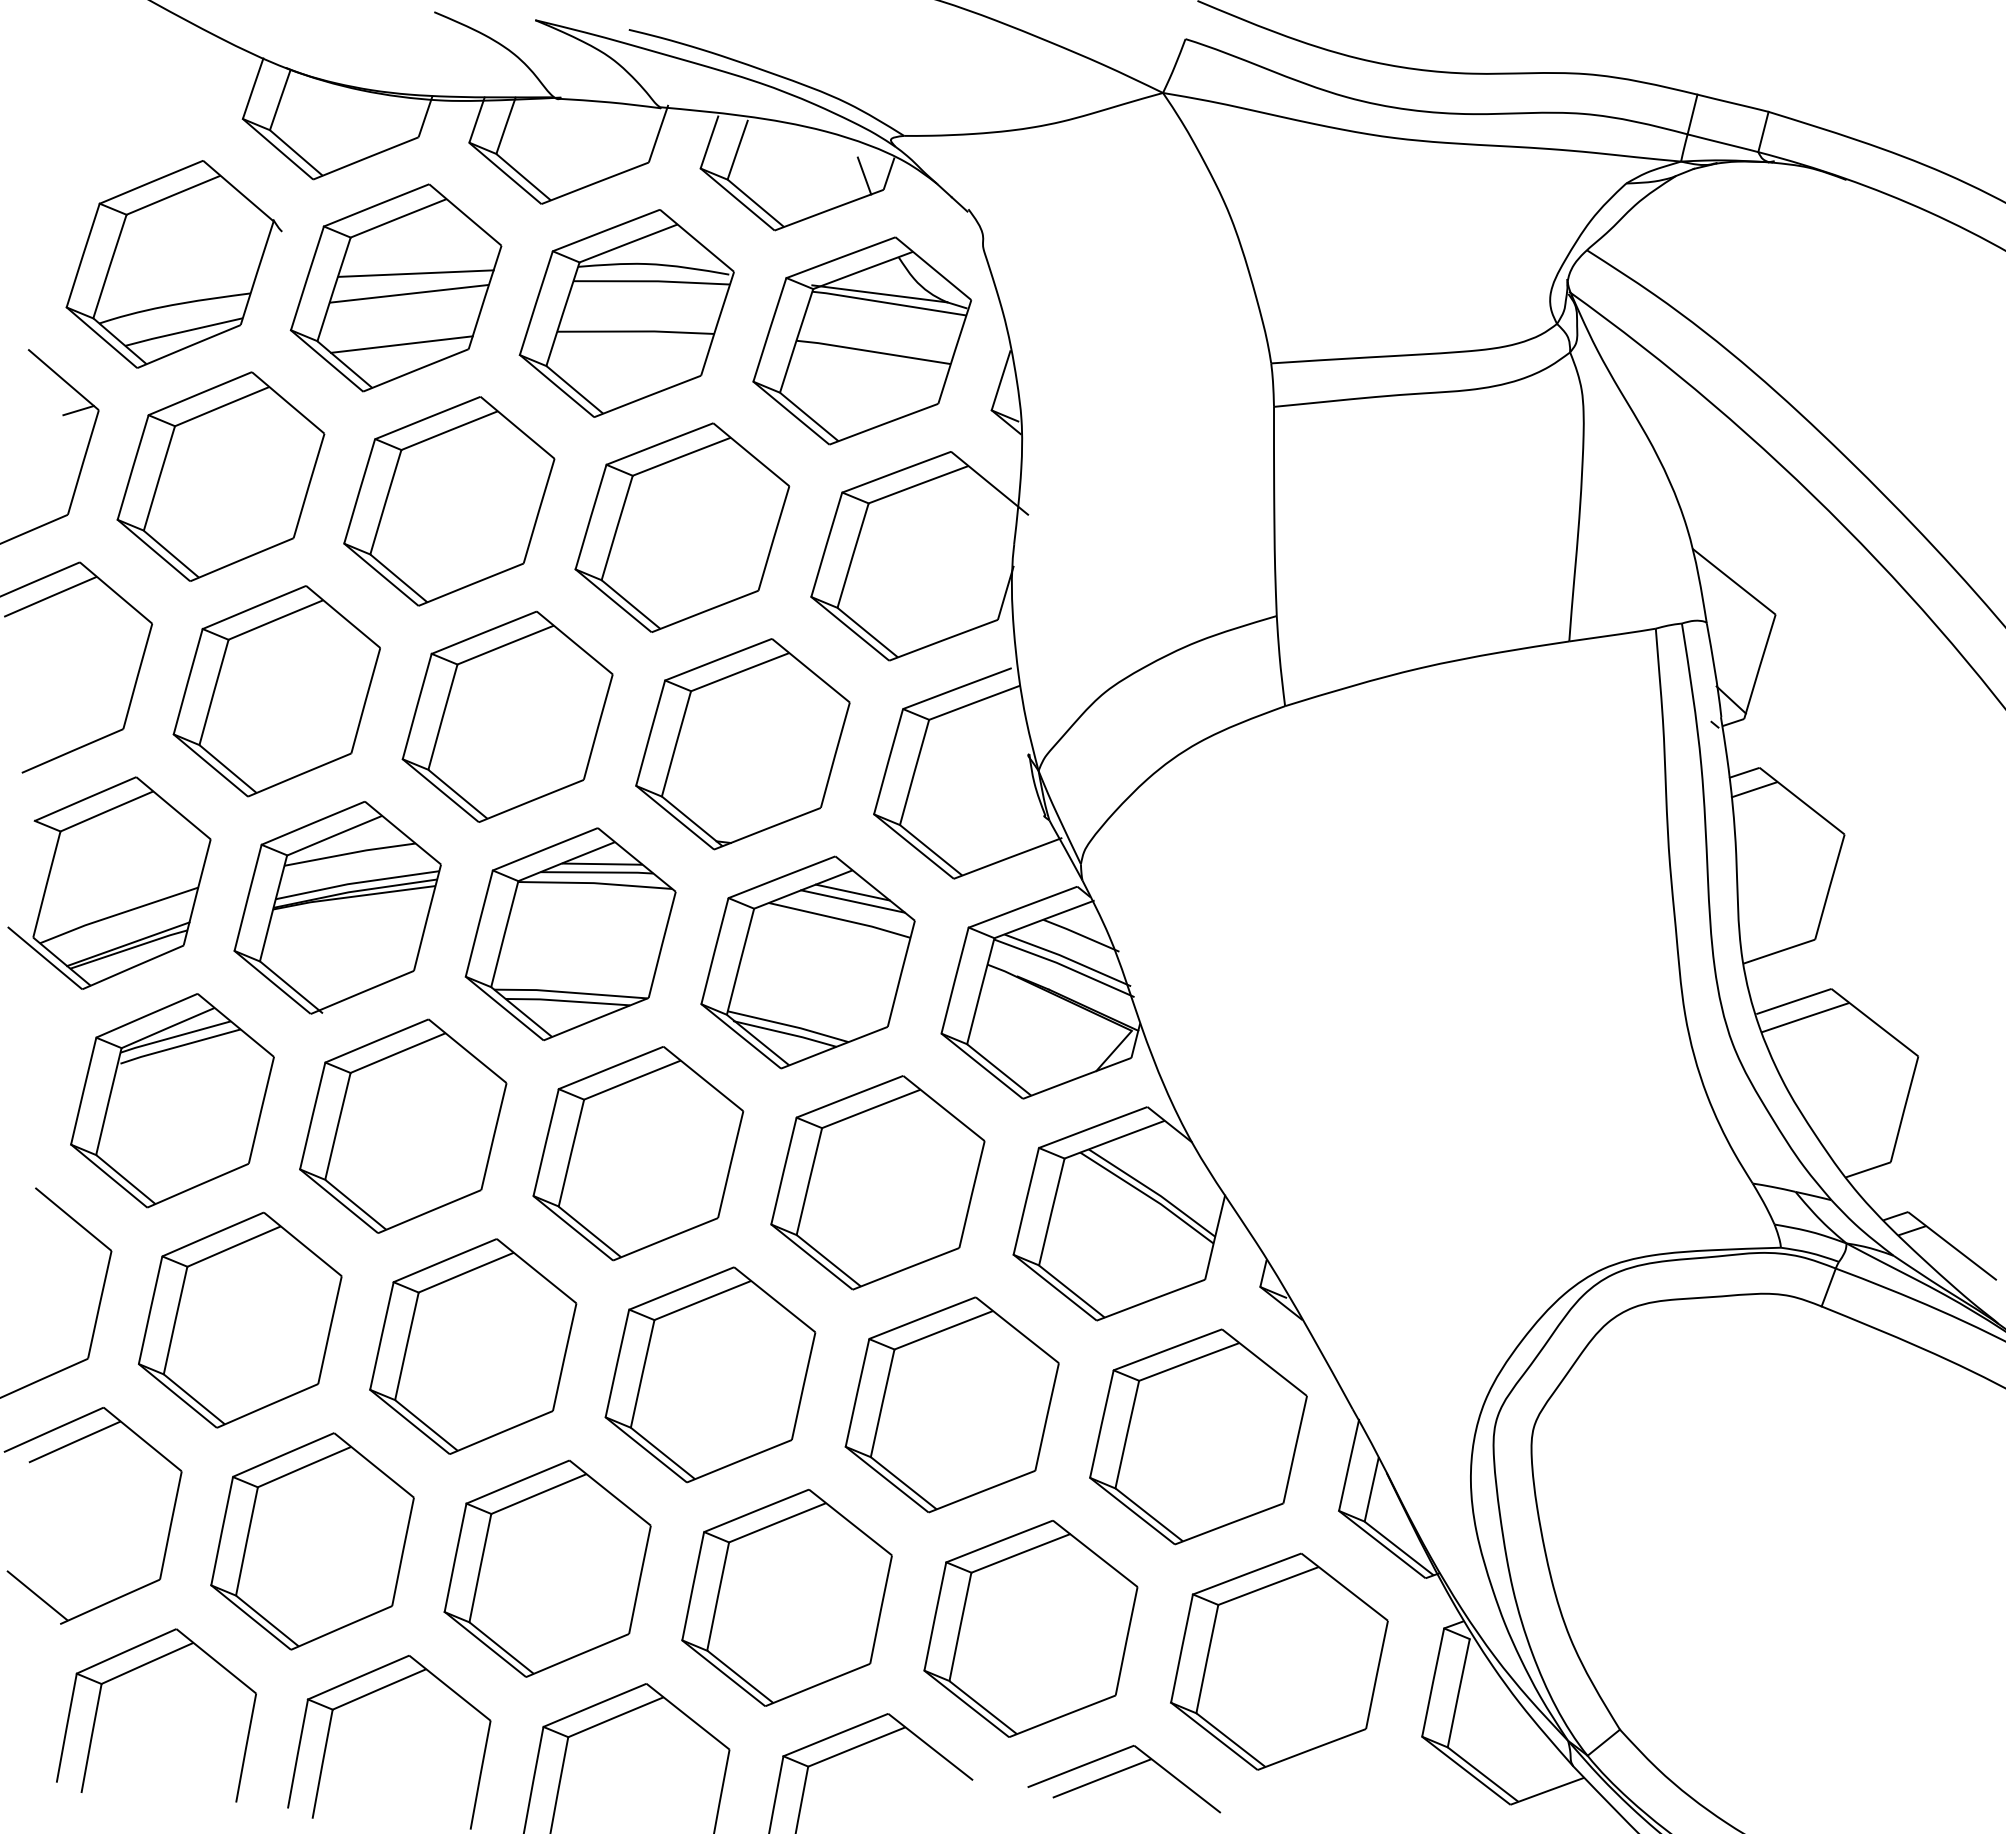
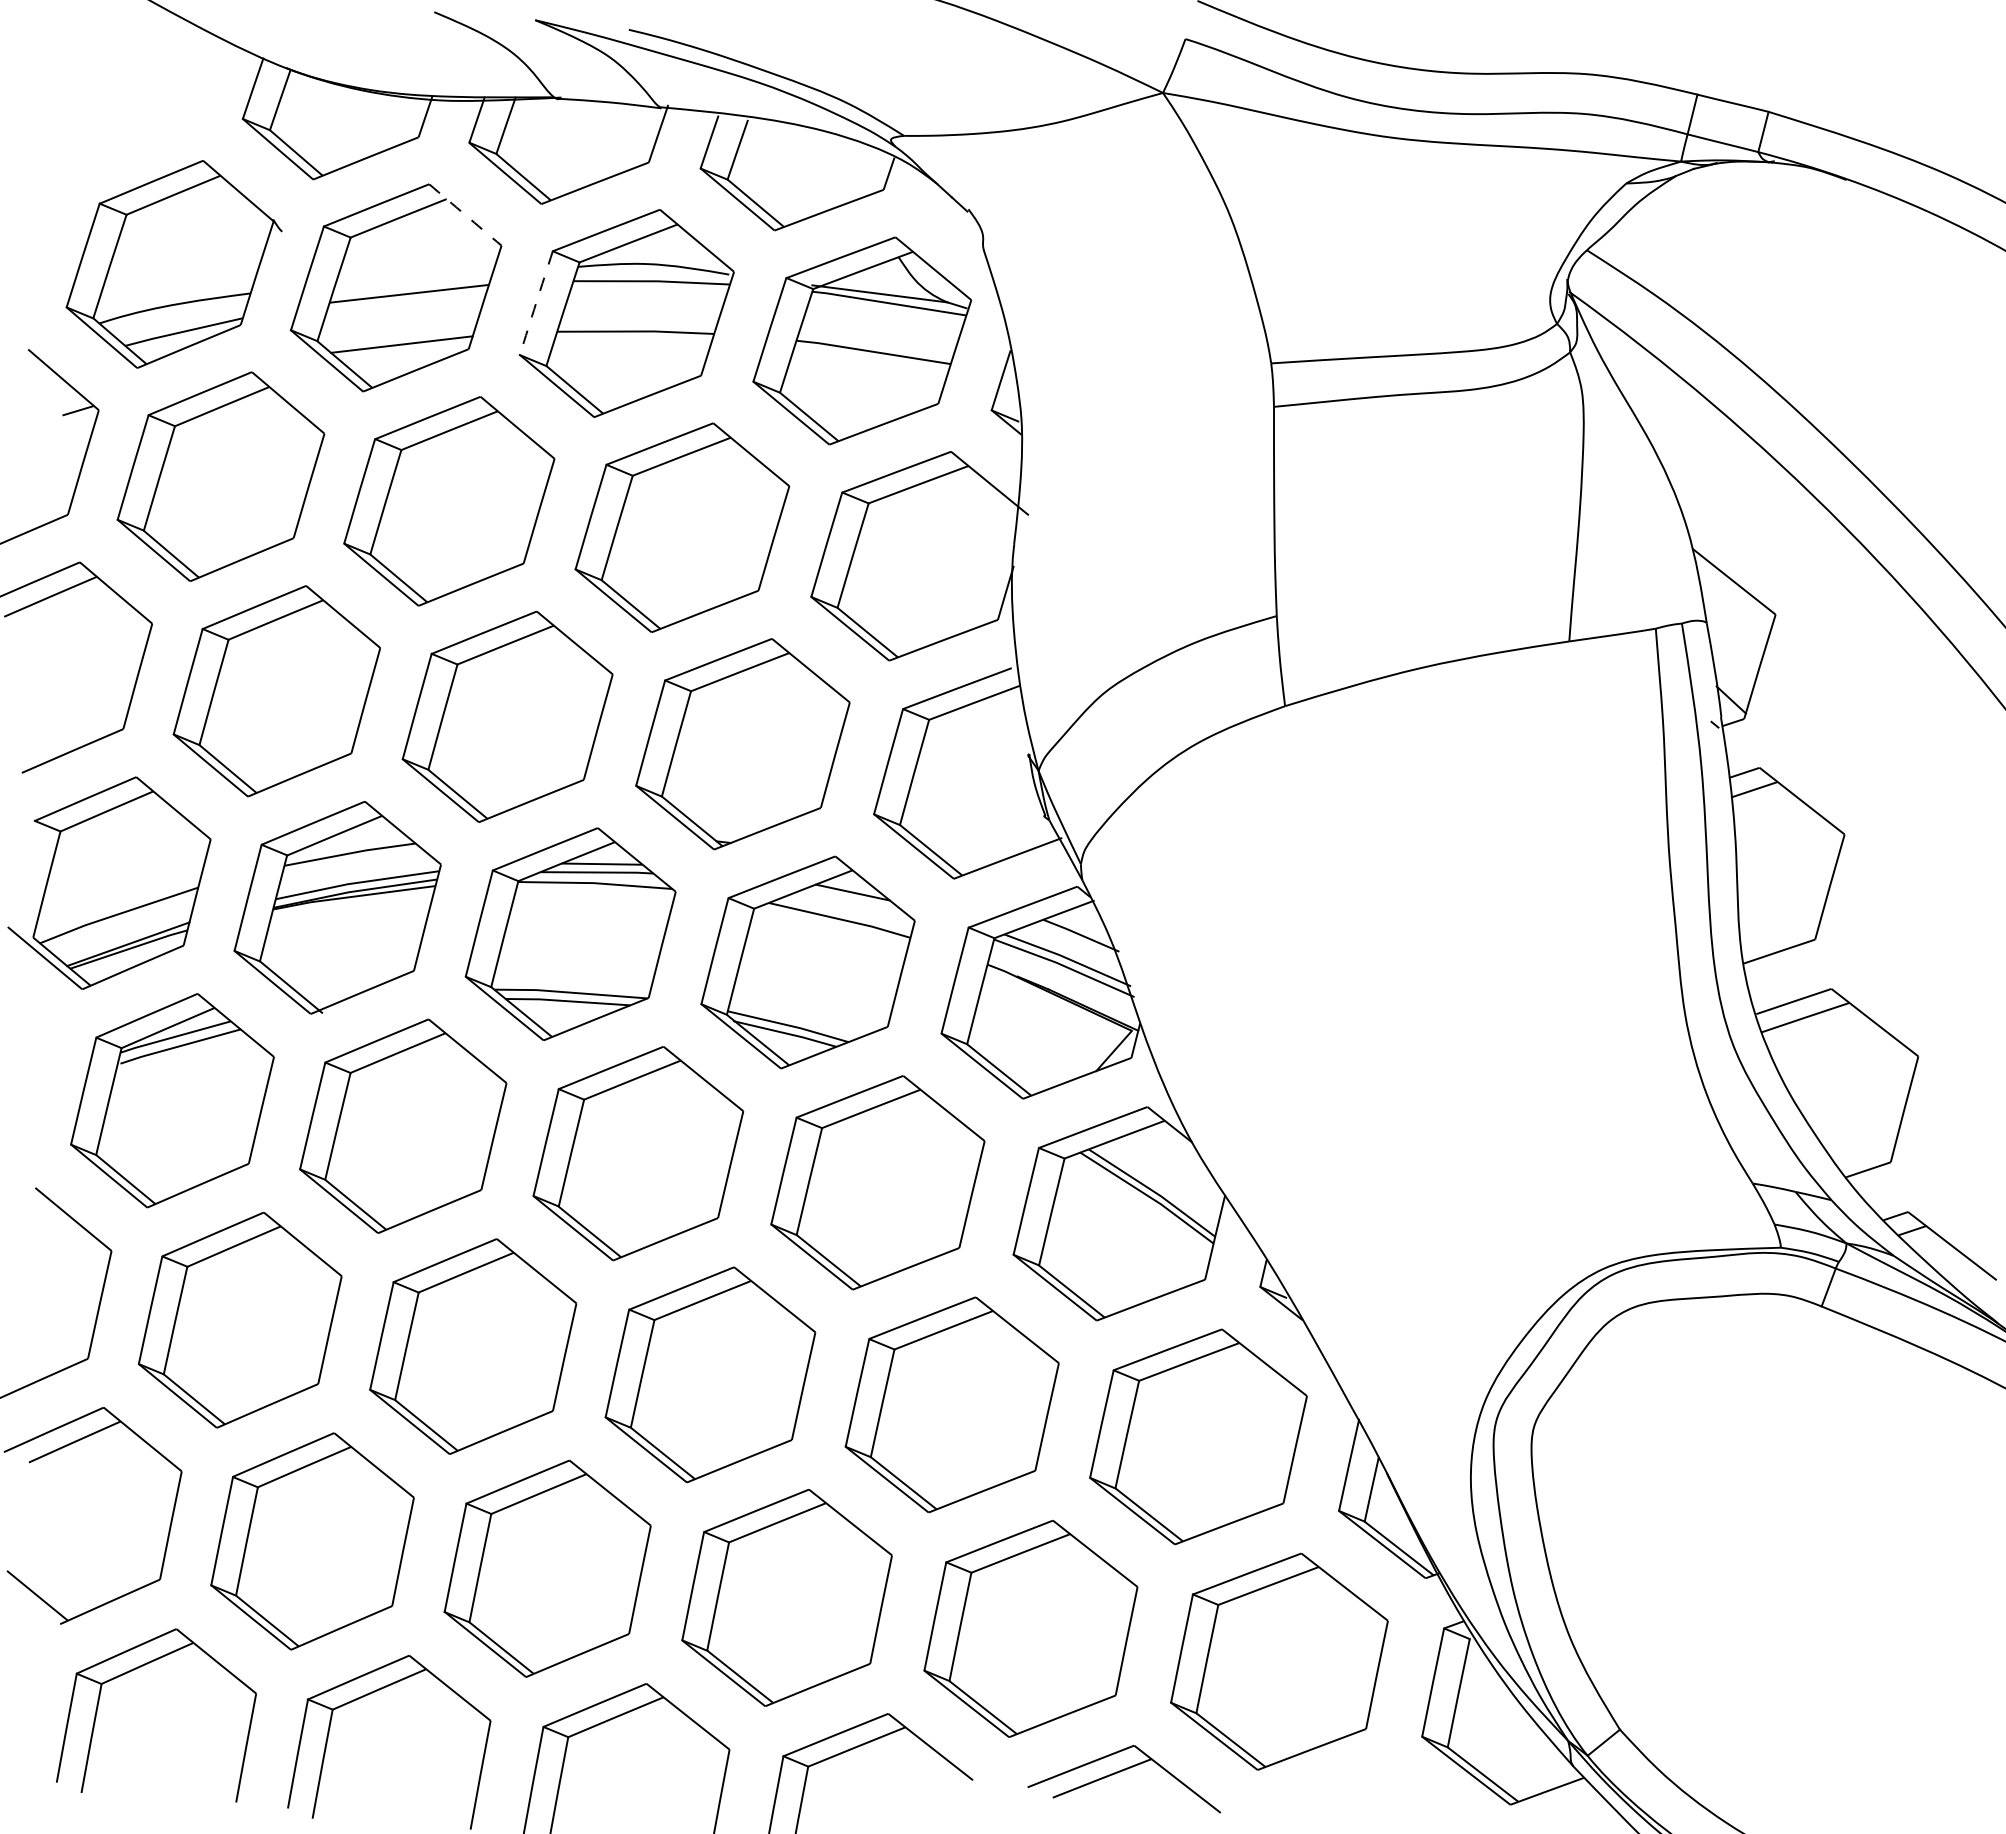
line at (864, 175): present -> none
arc at (465, 215): solid -> dashed
line at (415, 273): present -> none
arc at (536, 303): solid -> dashed
line at (852, 901): present -> none
